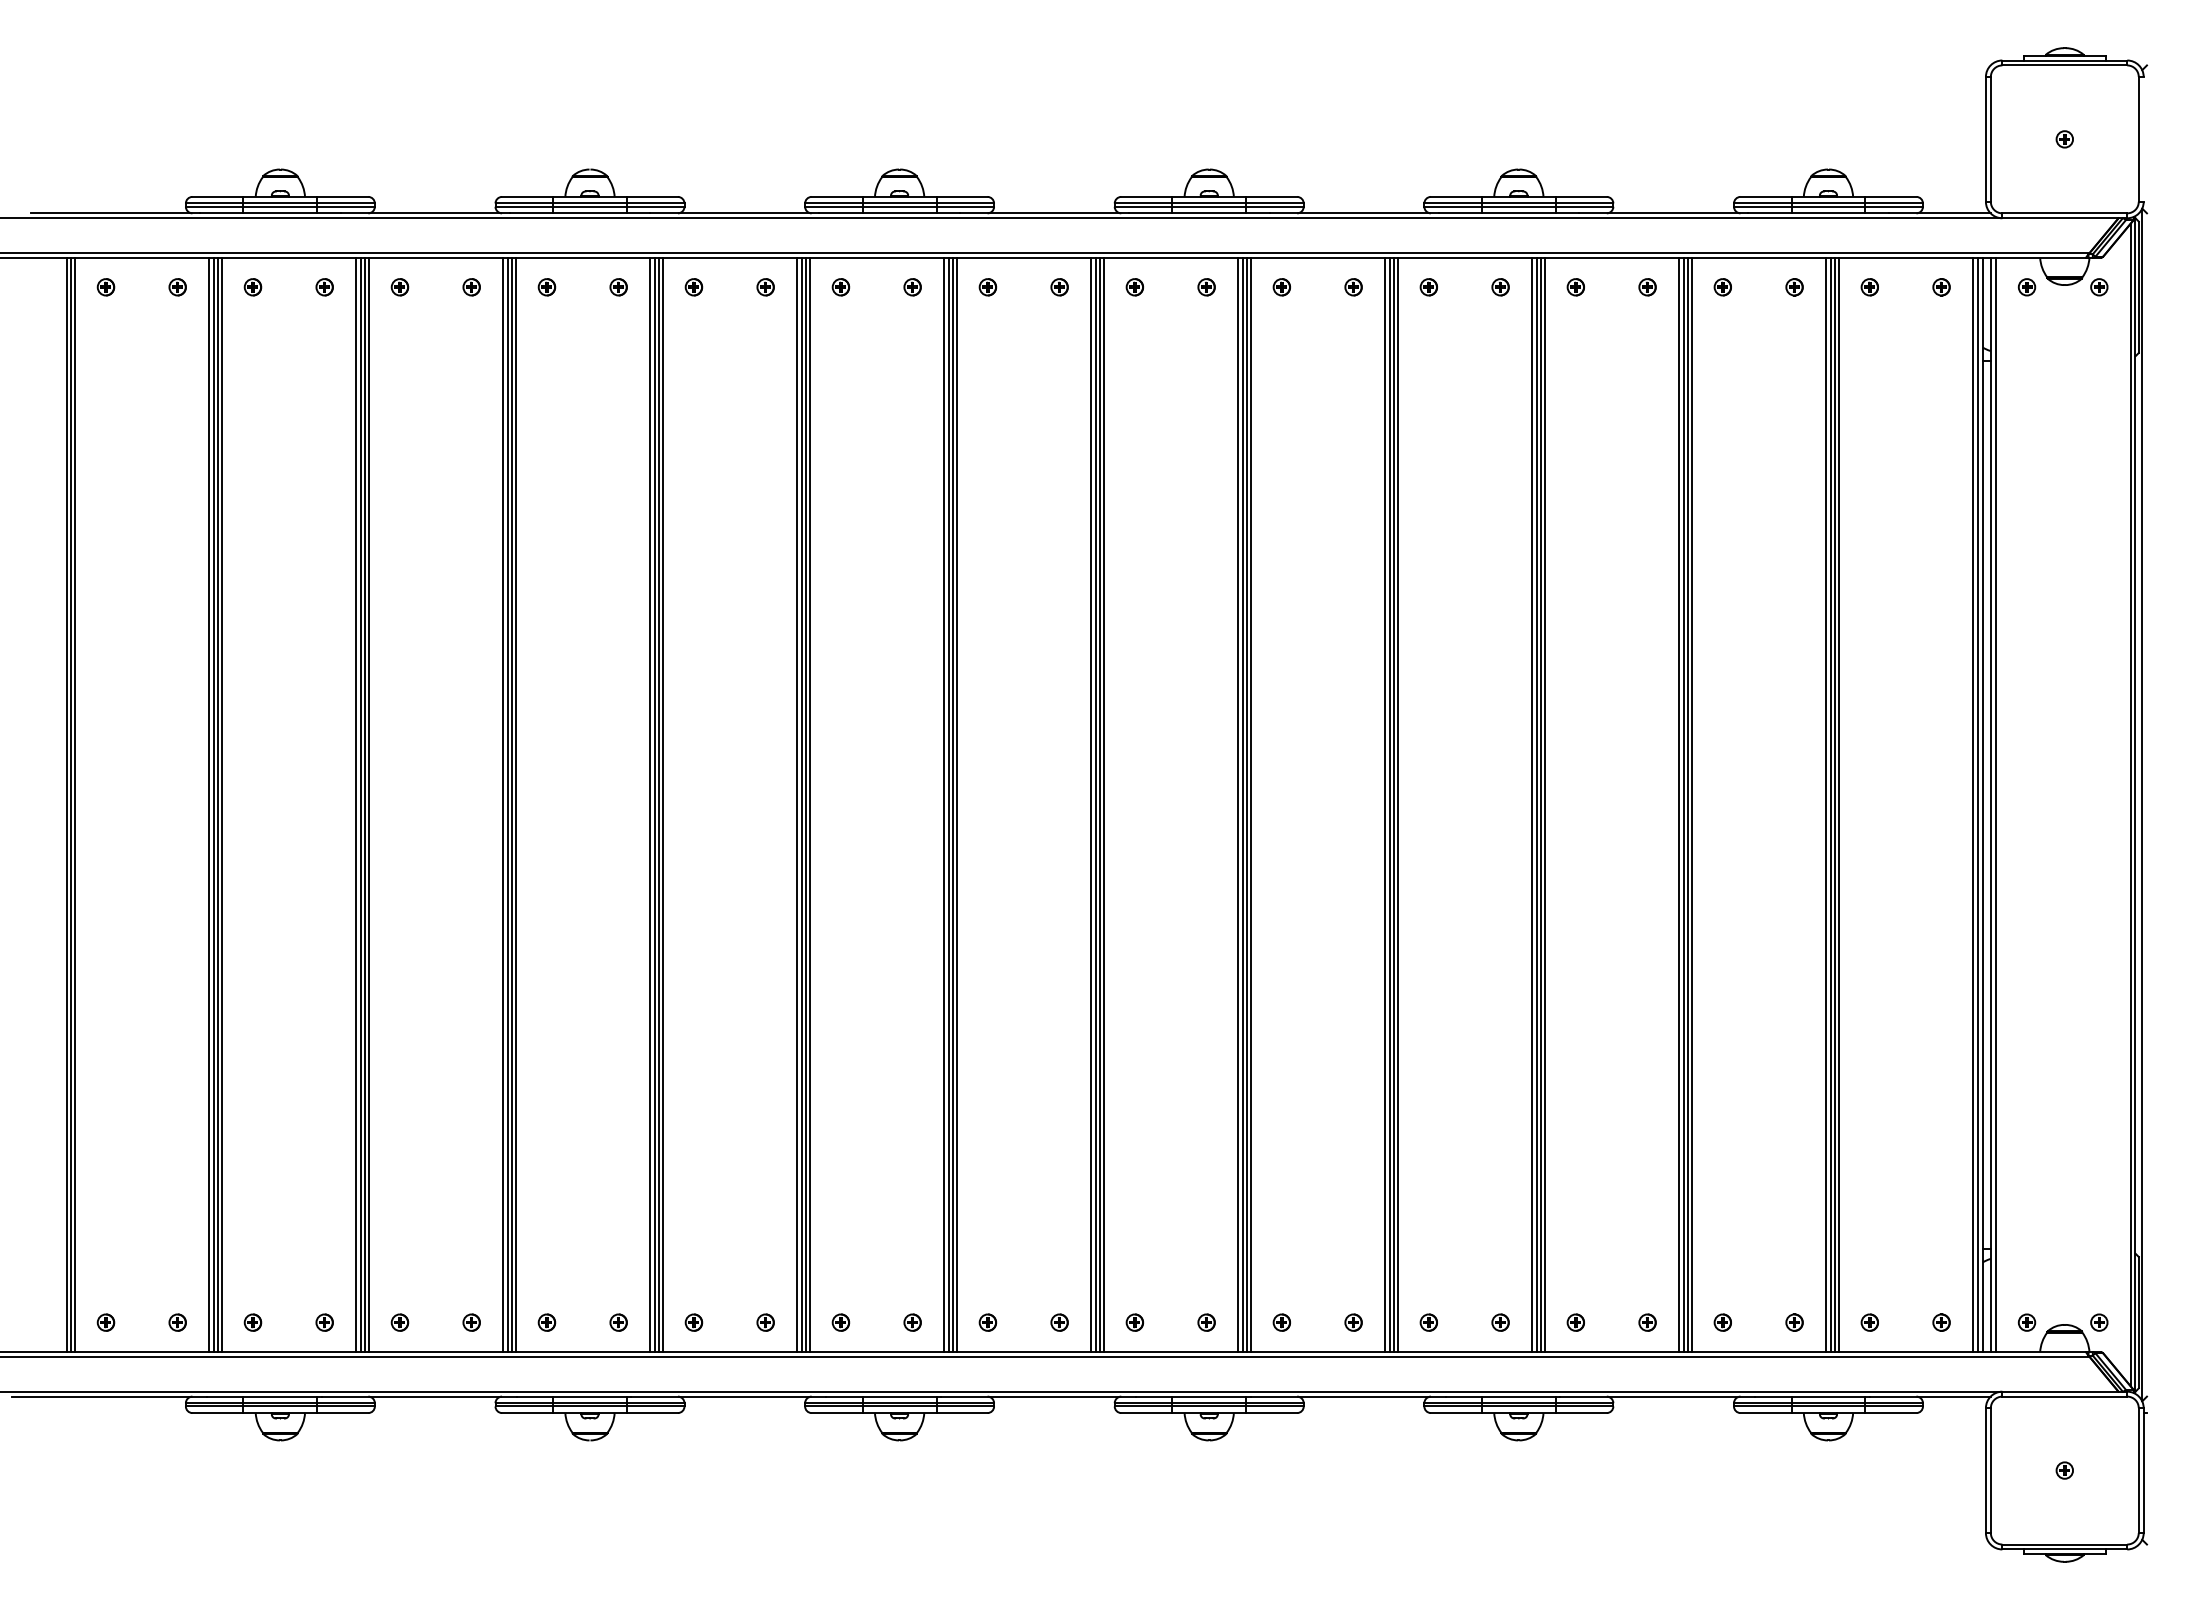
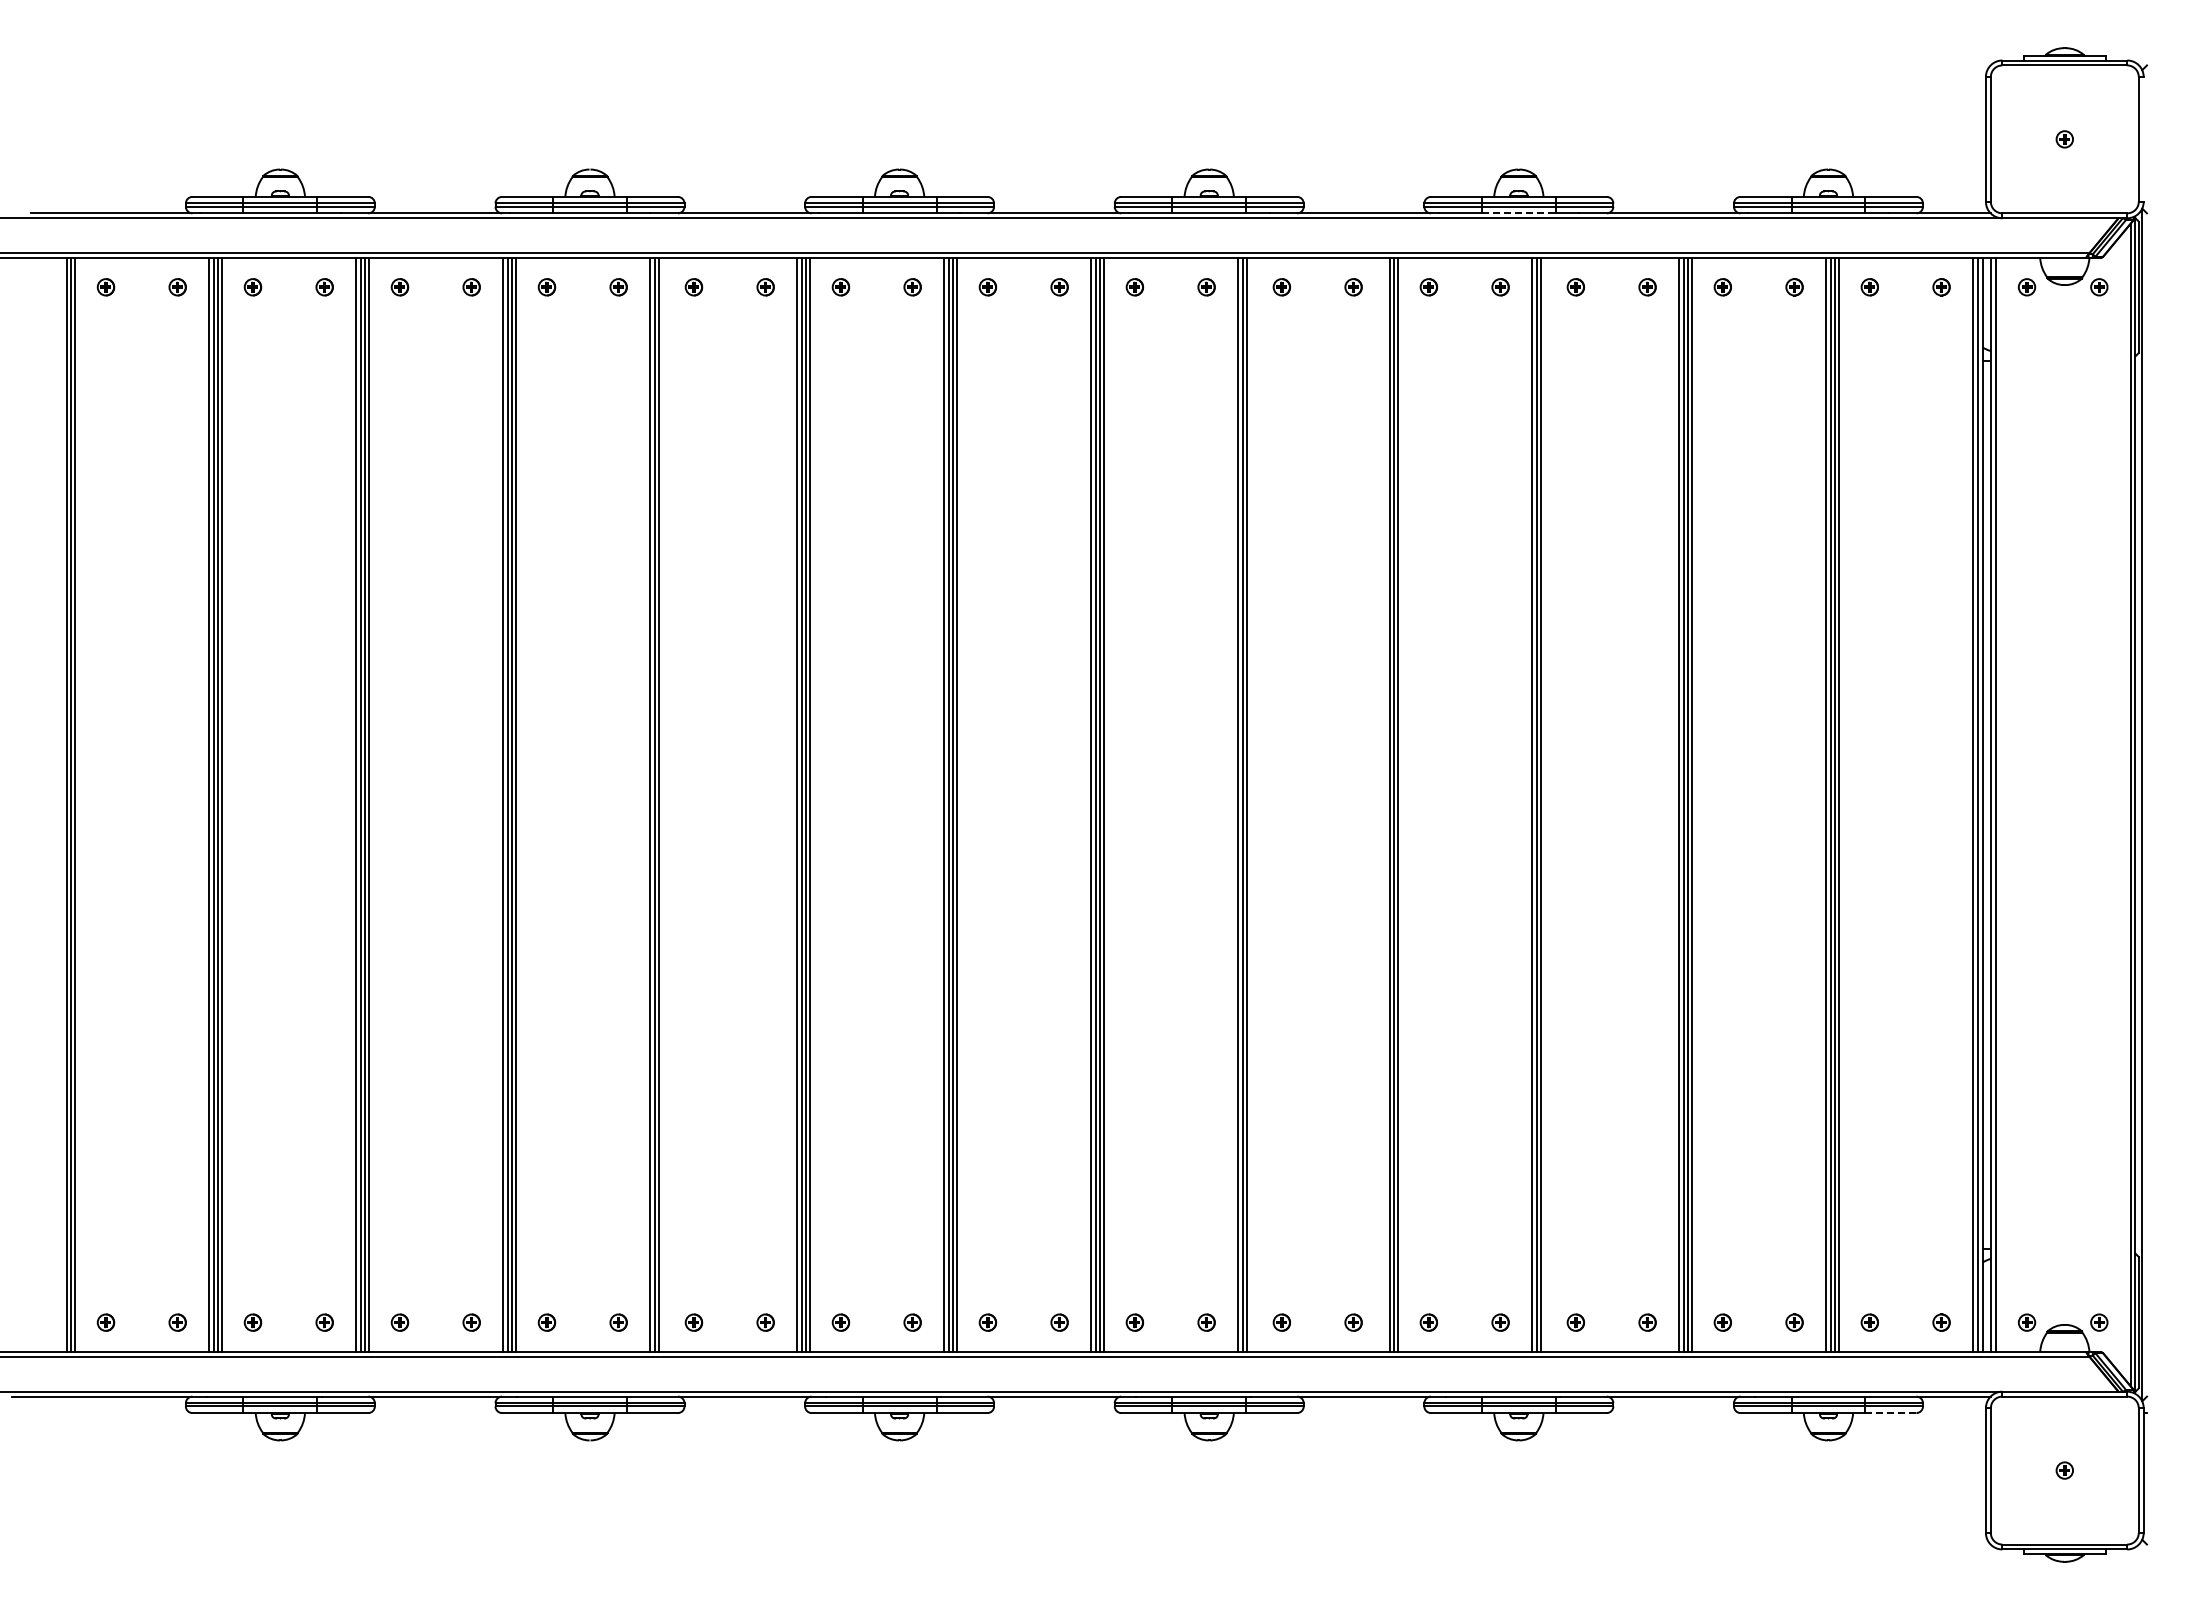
line at (1518, 213): solid -> dashed
line at (663, 804): present -> none
line at (1251, 804): present -> none
line at (1384, 804): present -> none
line at (1545, 804): present -> none
line at (1890, 1413): solid -> dashed
